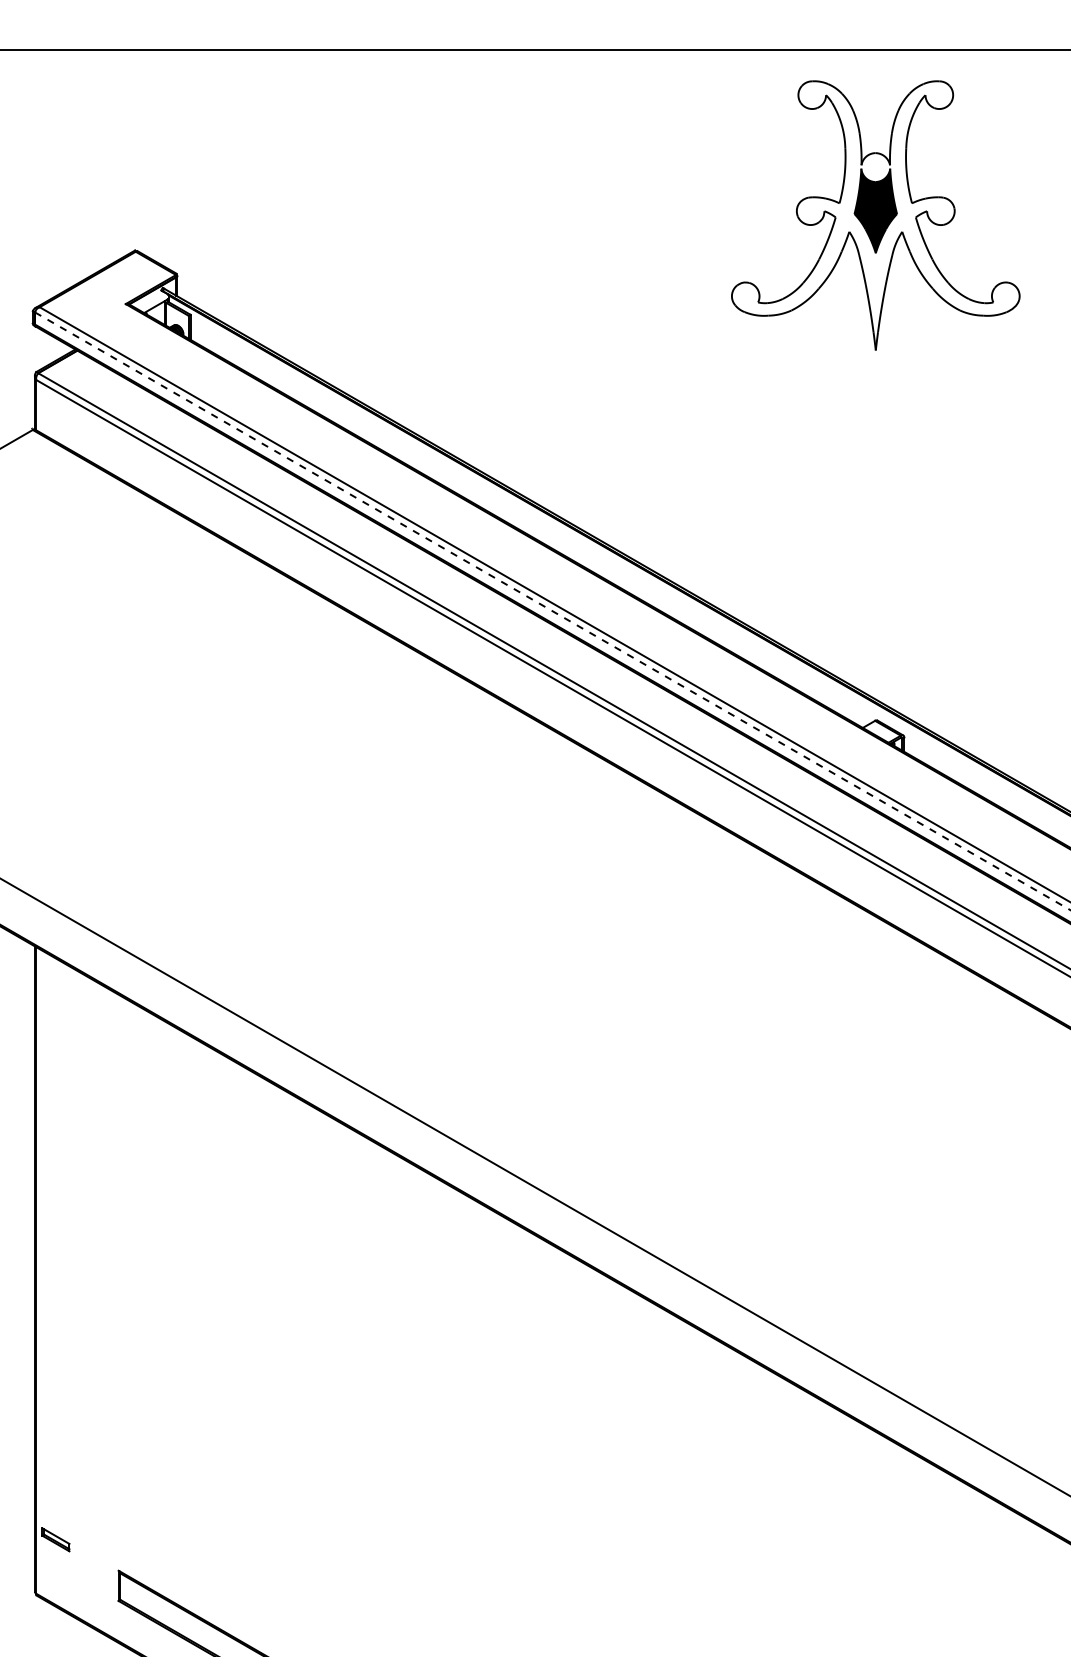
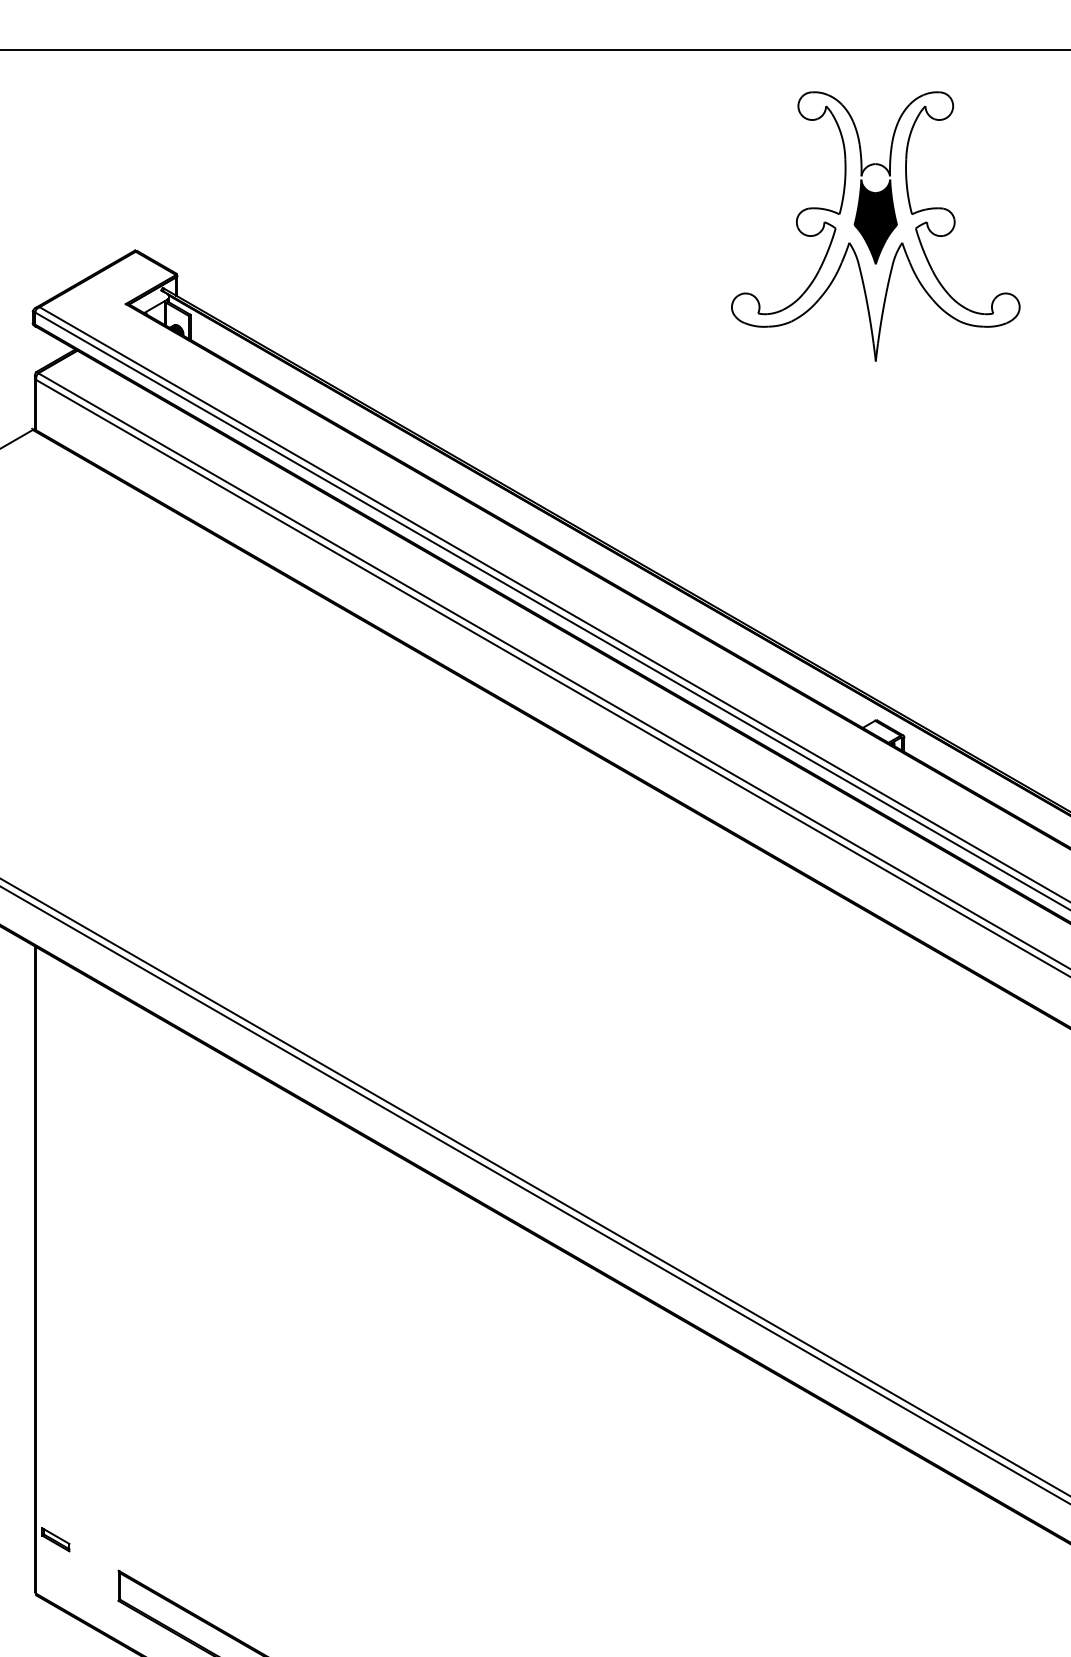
part at (875, 215) position: (875, 215) -> (875, 226)
line at (552, 611): dashed -> solid
line at (534, 1194): none -> present
